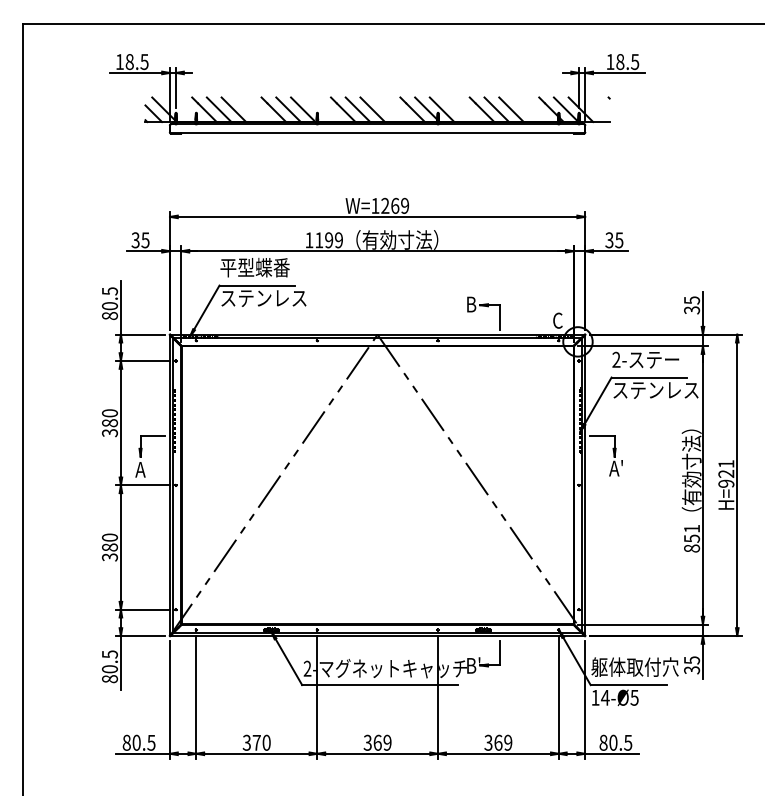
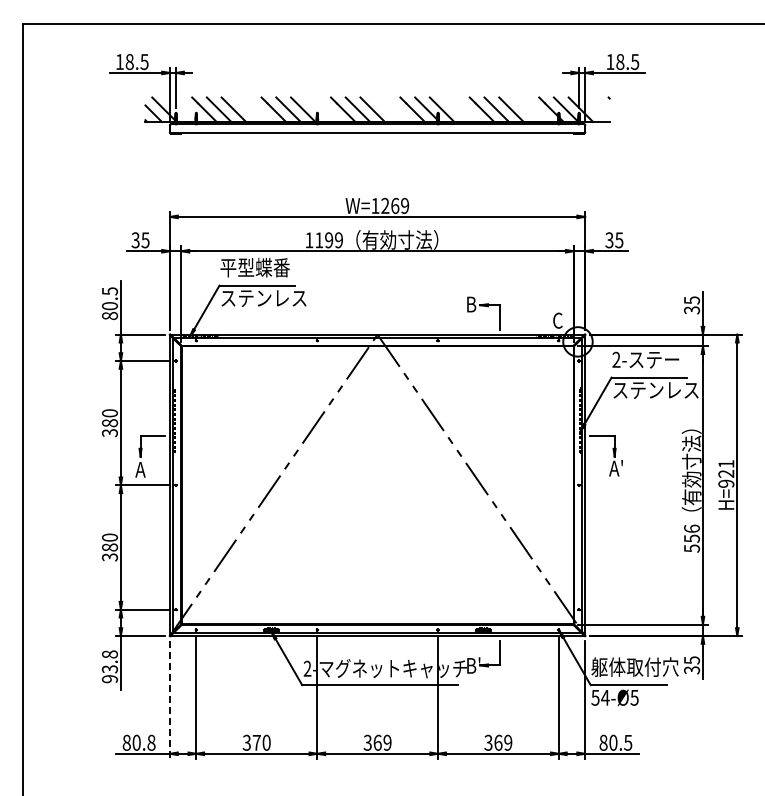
text at (692, 538): 851 -> 556
text at (109, 666): 80.5 -> 93.8
text at (595, 697): 14-Ø5 -> 54-Ø5
line at (170, 700): solid -> dashed
text at (151, 742): 80.5 -> 80.8
